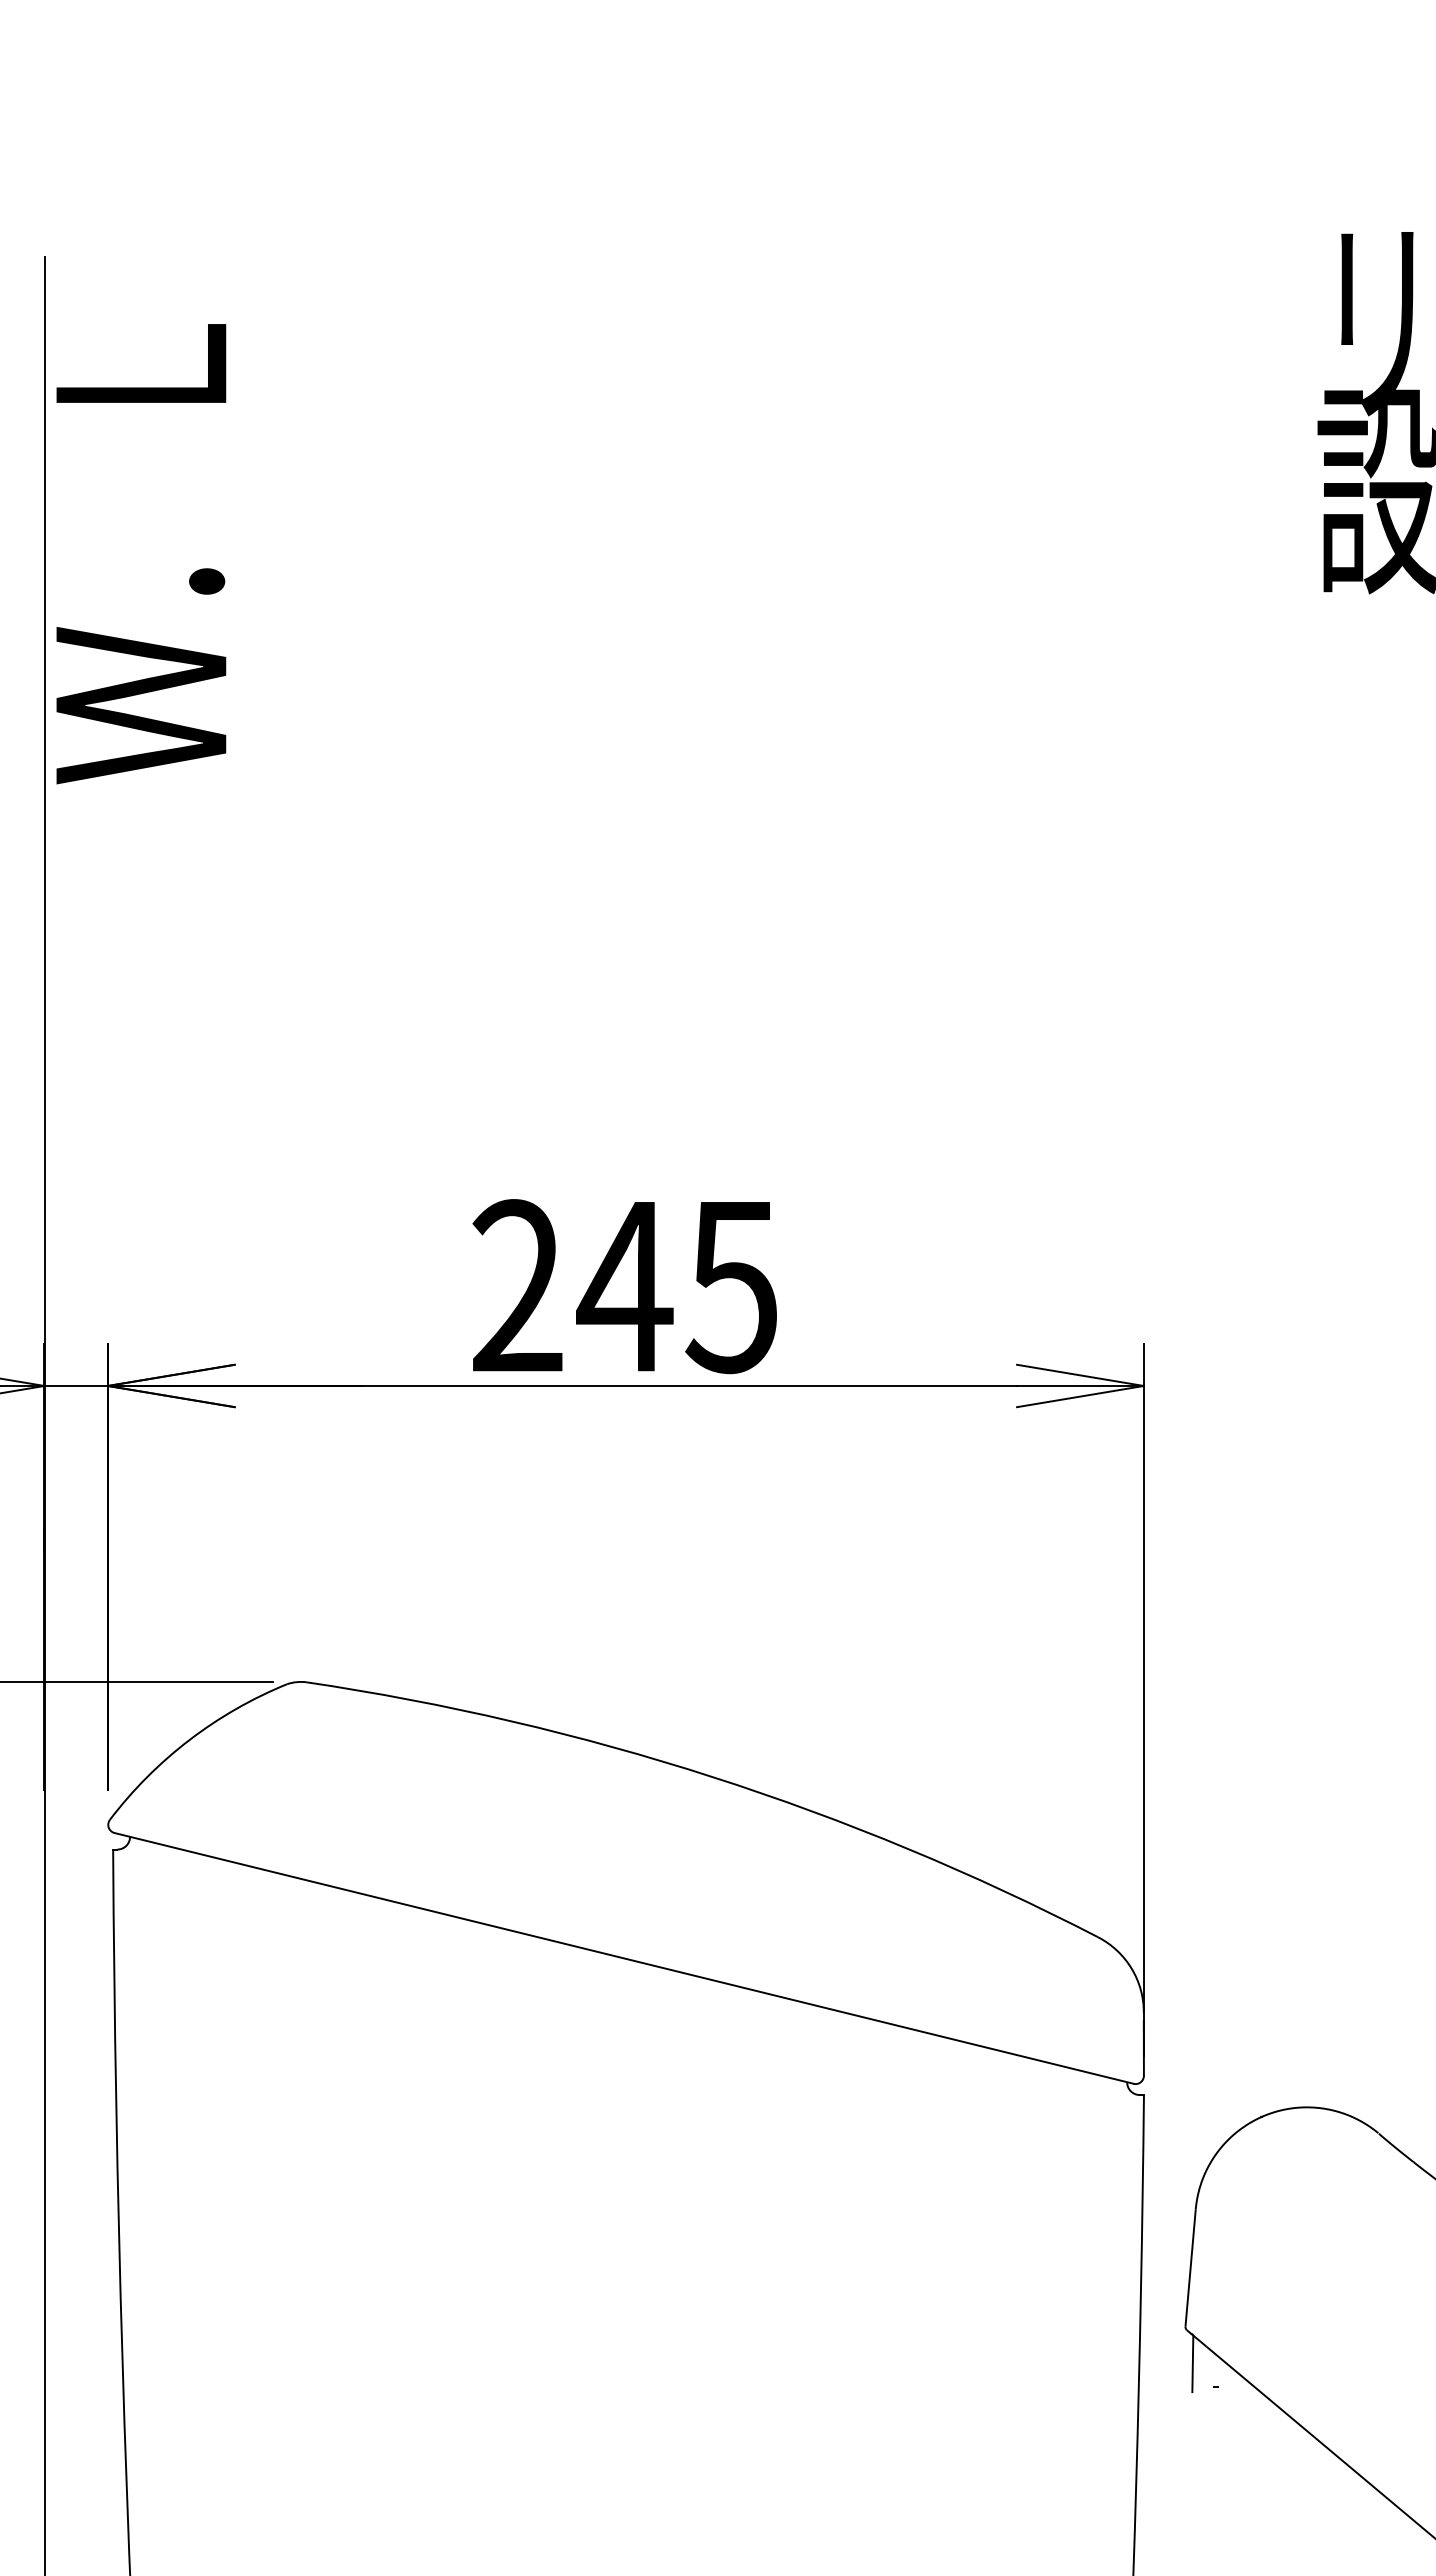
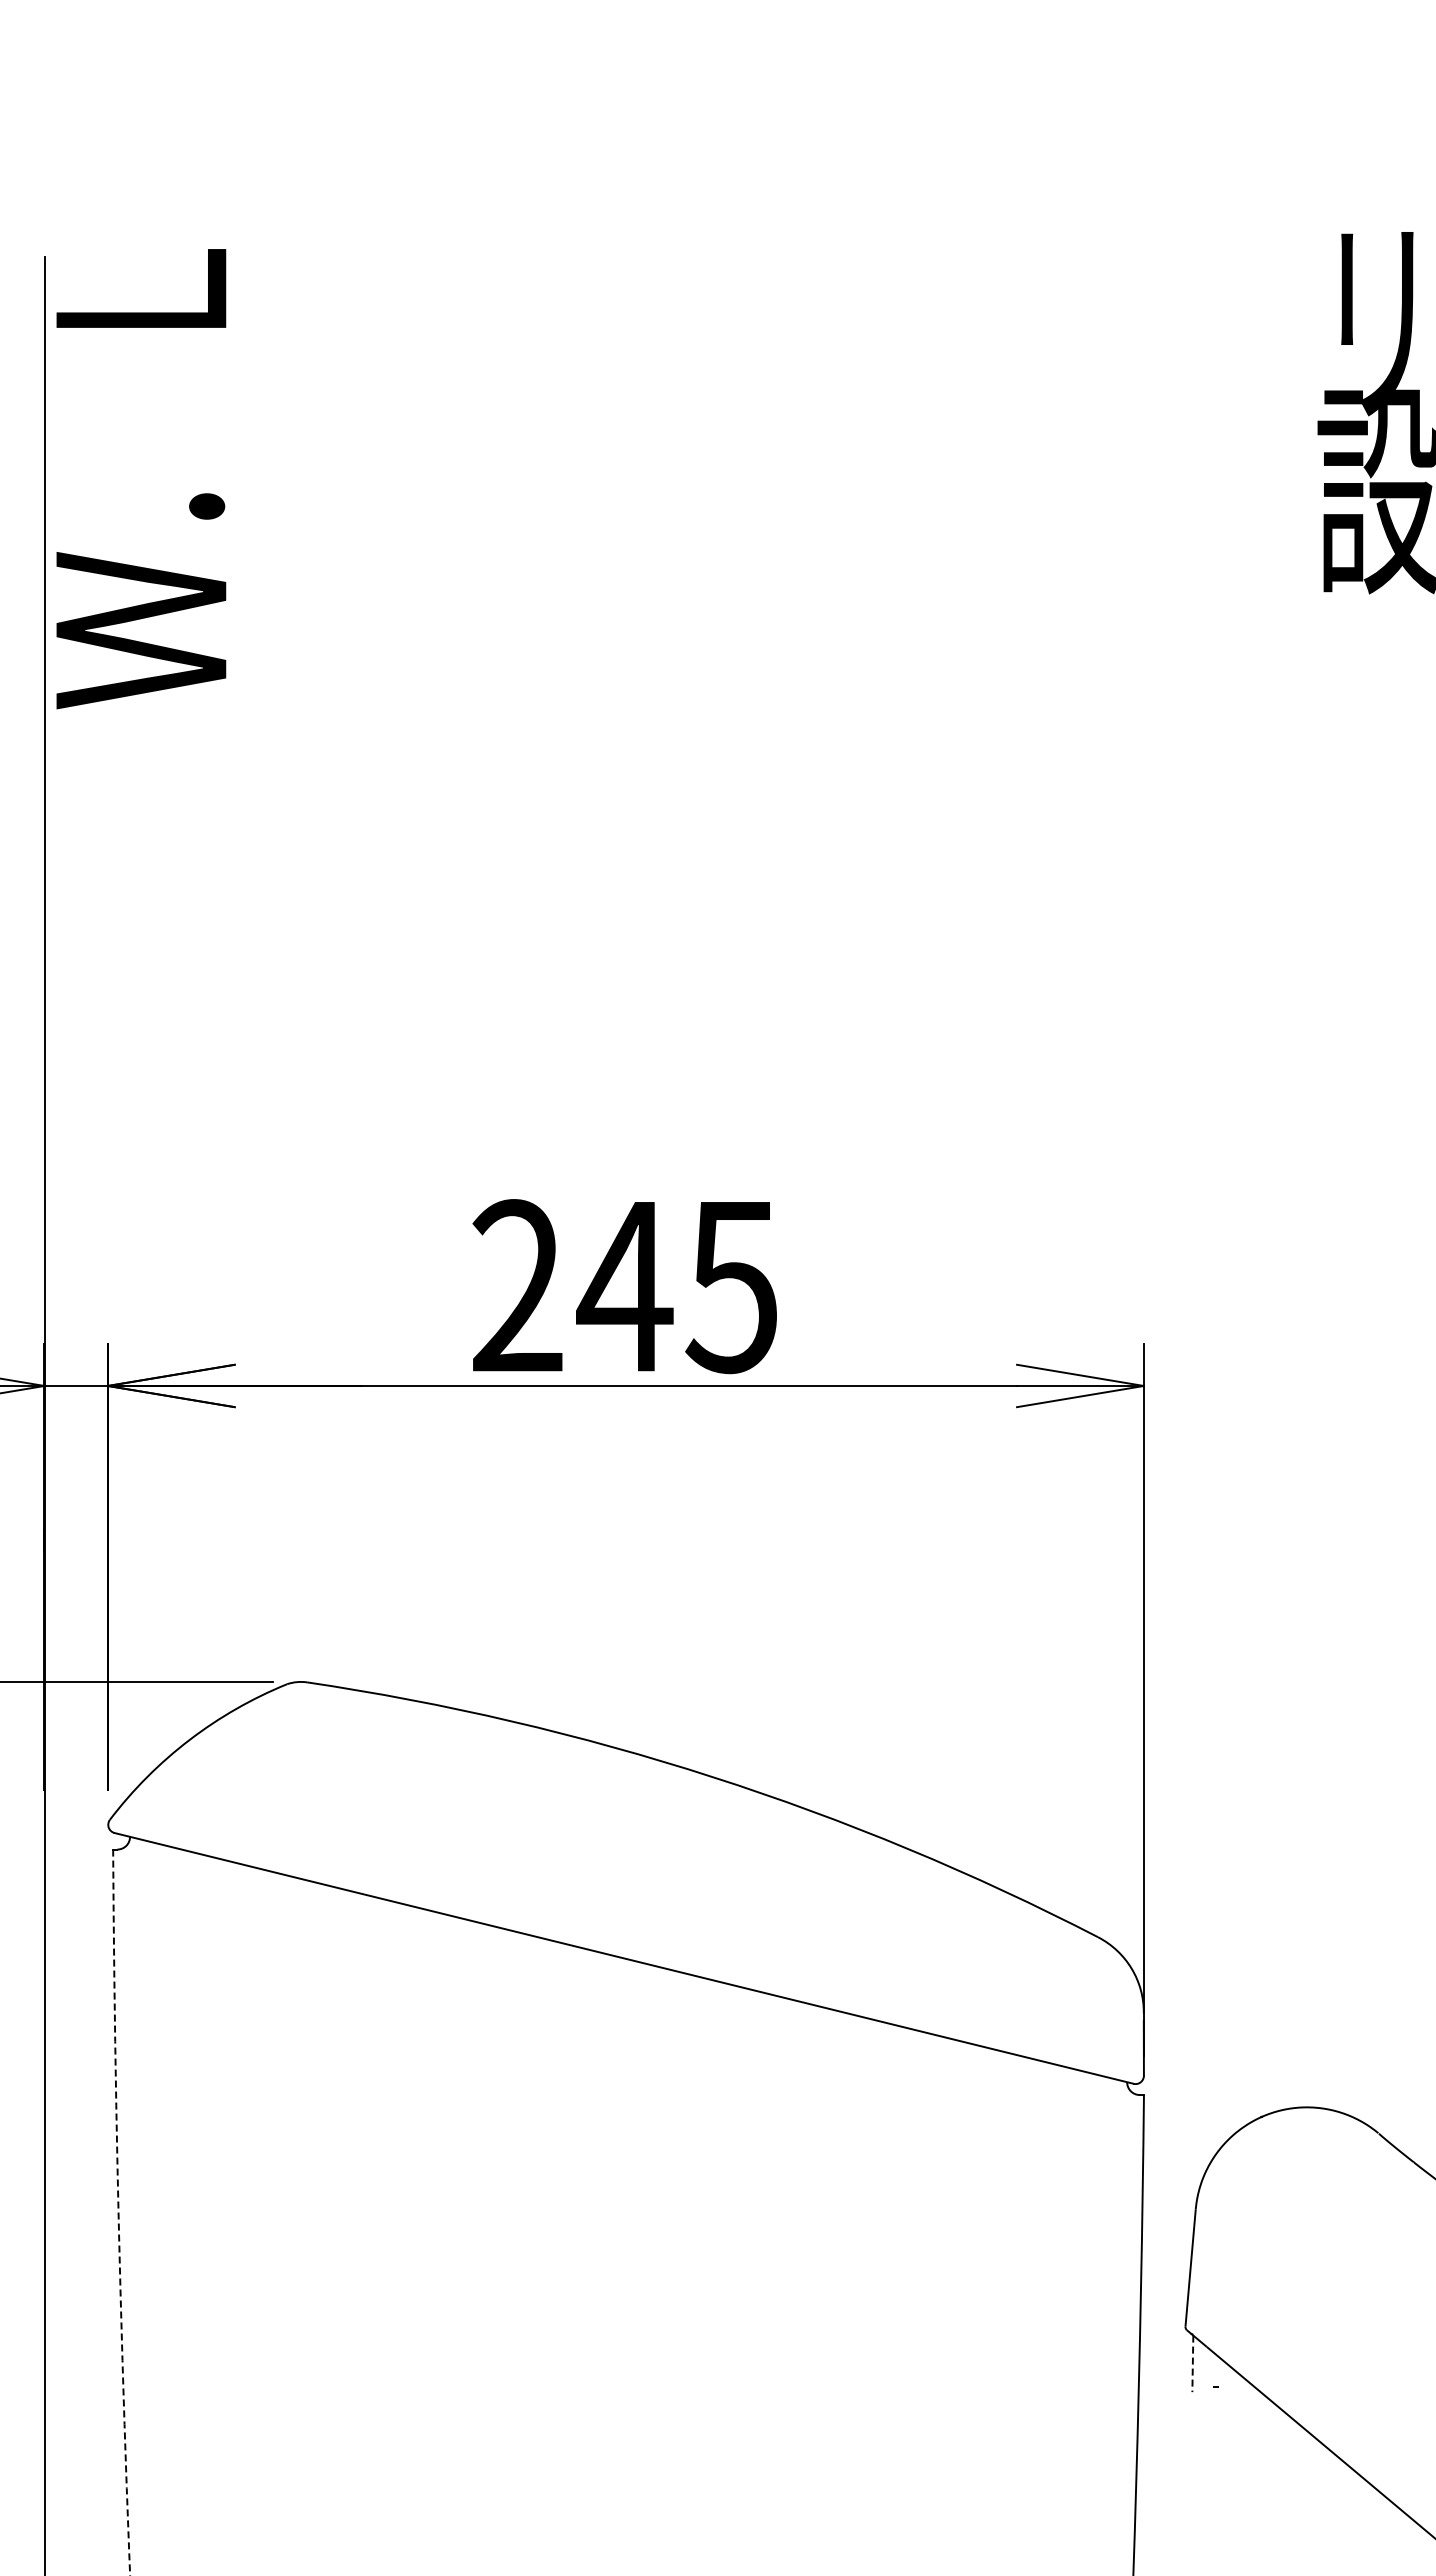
text at (141, 554) position: (141, 554) -> (141, 479)
arc at (118, 2212): solid -> dashed
line at (1192, 2364): solid -> dashed
